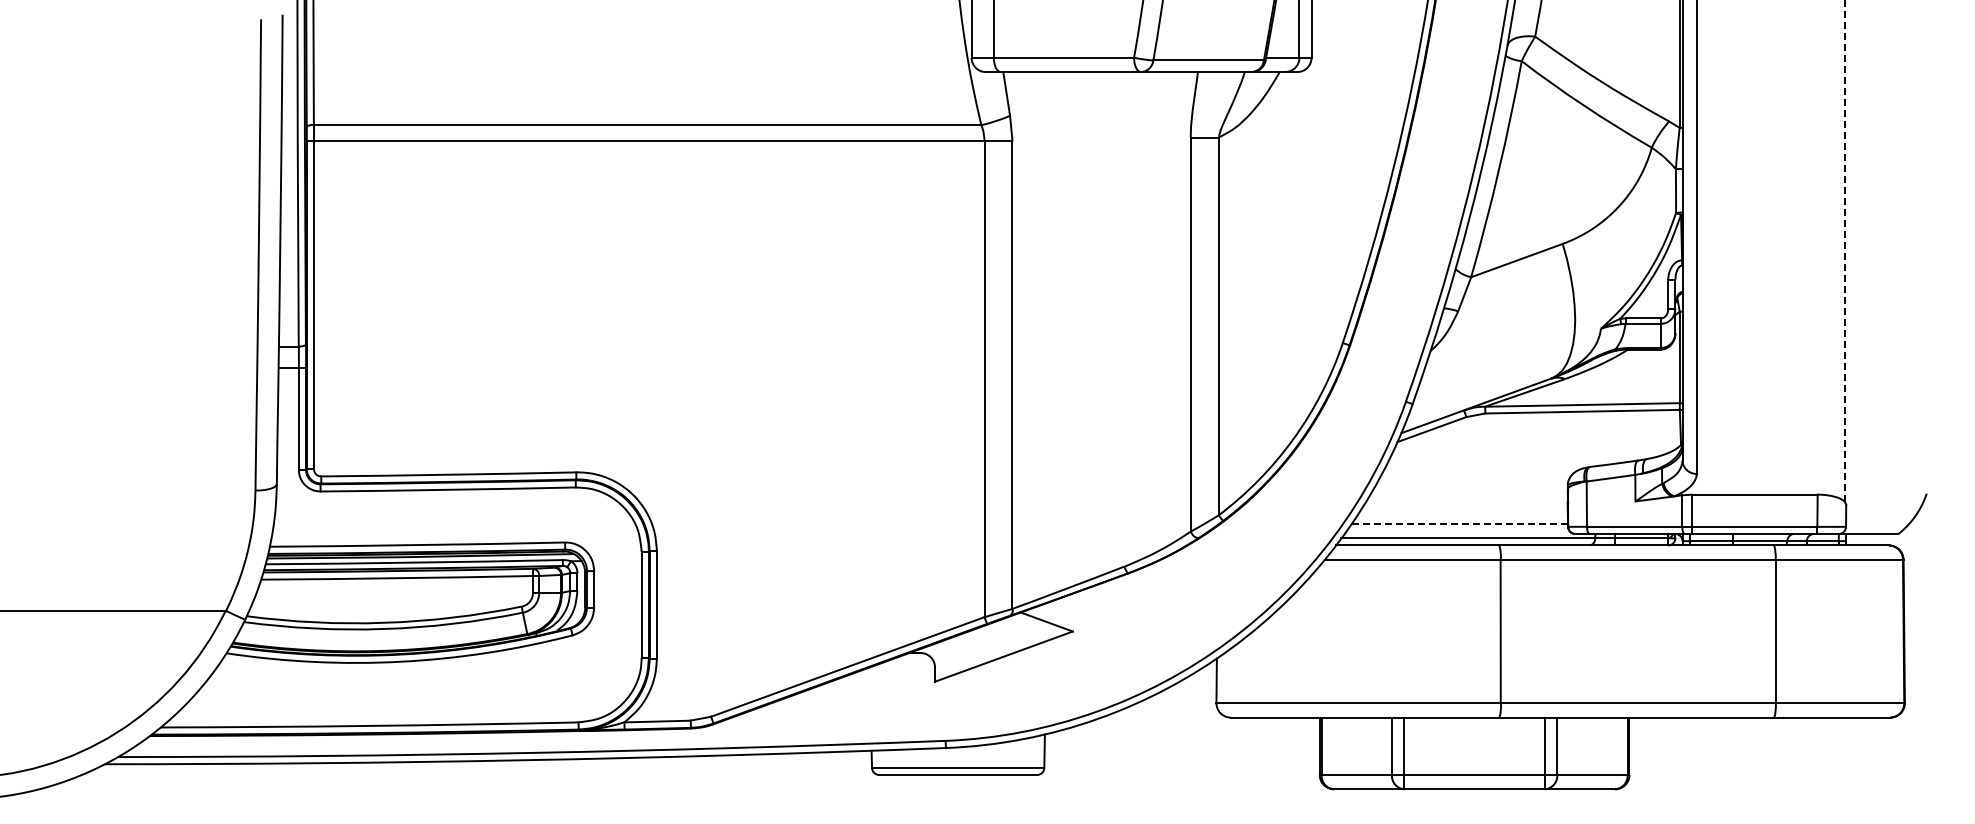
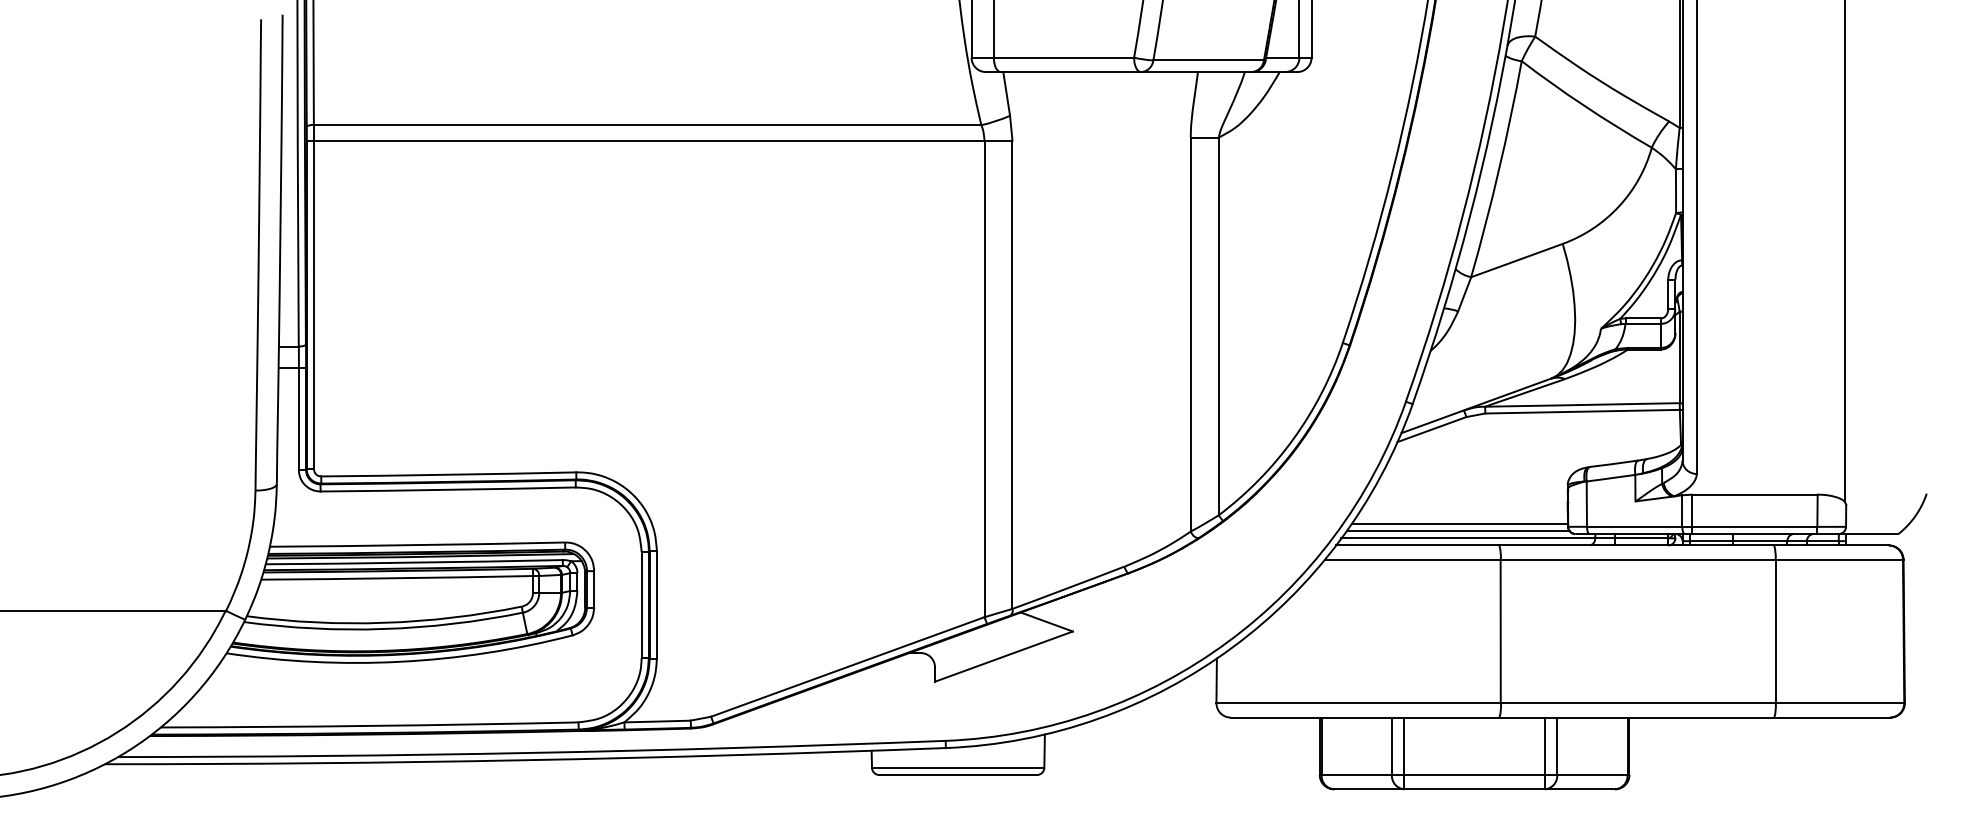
line at (1845, 251): dashed -> solid
line at (1460, 524): dashed -> solid
line at (1457, 531): none -> present
